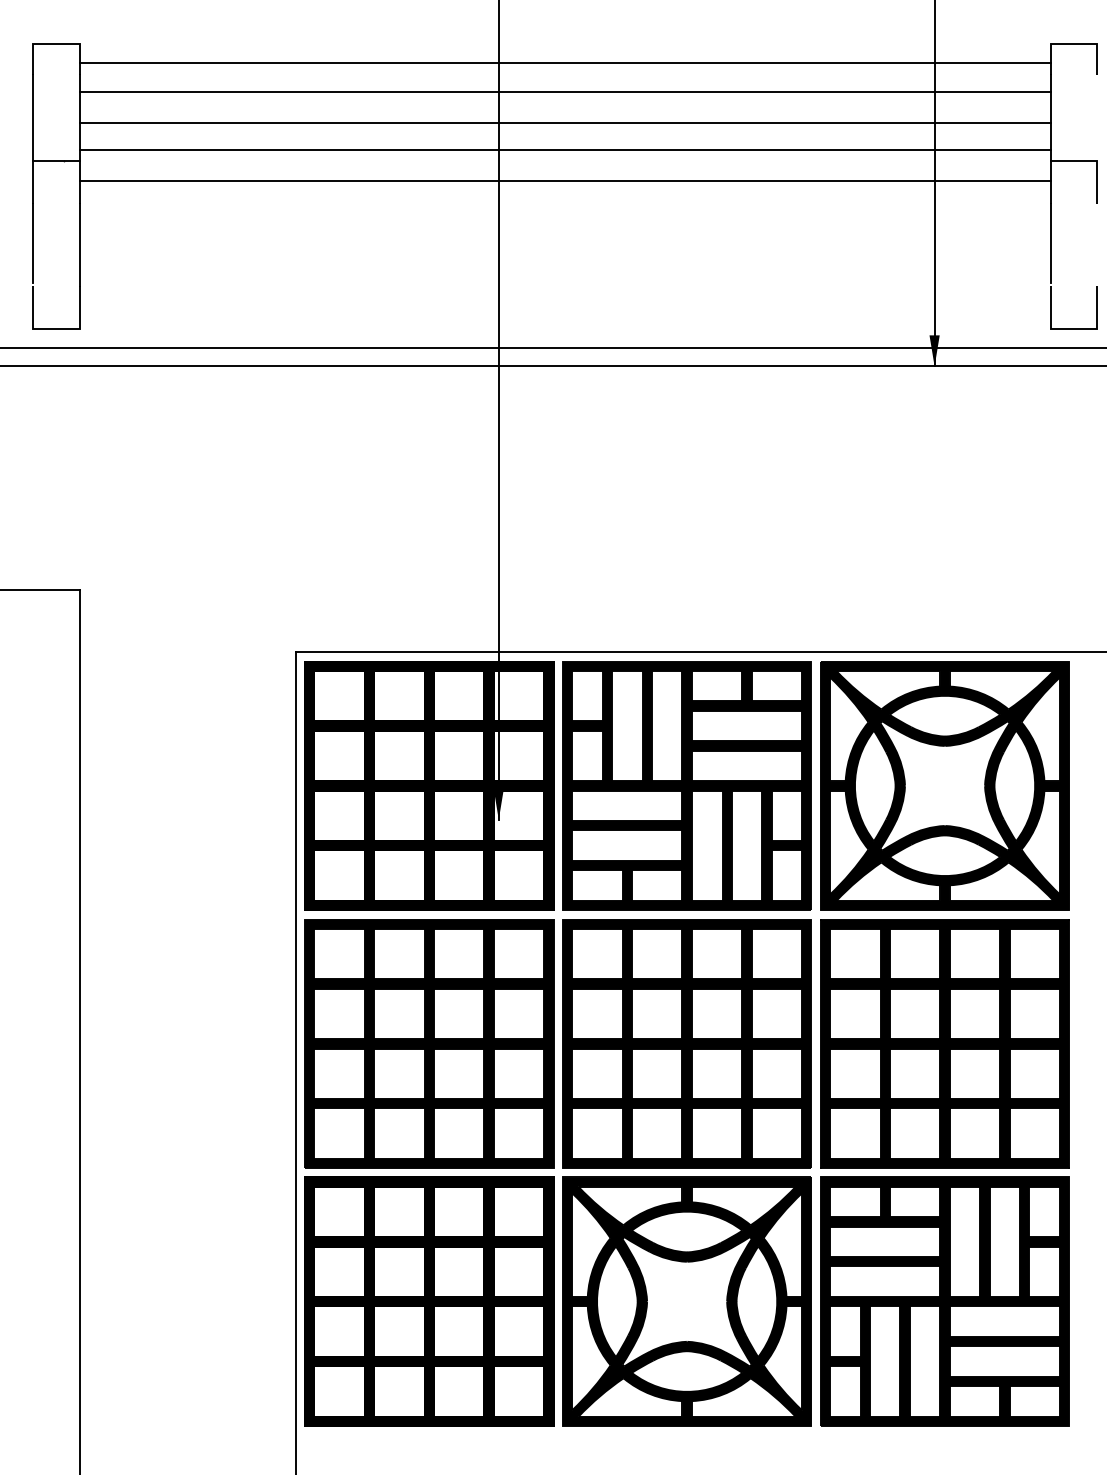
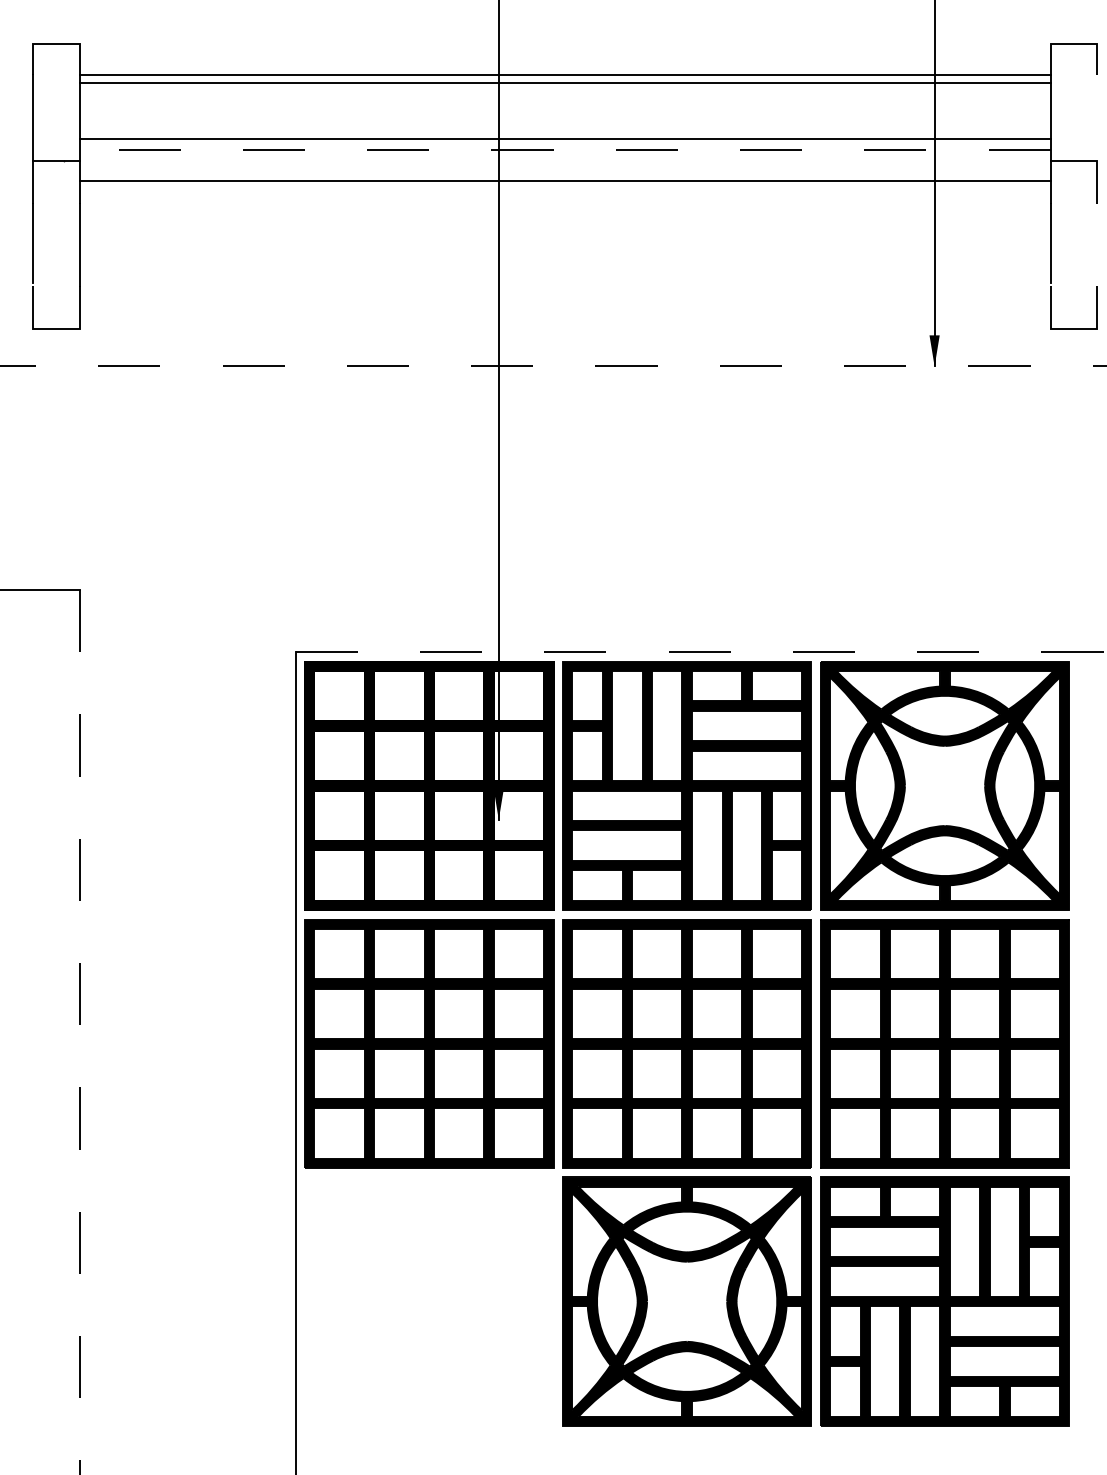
line at (564, 63) position: (564, 63) -> (564, 75)
line at (564, 92) position: (564, 92) -> (564, 83)
line at (564, 123) position: (564, 123) -> (564, 139)
line at (565, 150): solid -> dashed
line at (552, 347): present -> none
line at (553, 366): solid -> dashed
line at (701, 652): solid -> dashed
line at (79, 1032): solid -> dashed
part at (429, 1301): present -> none
